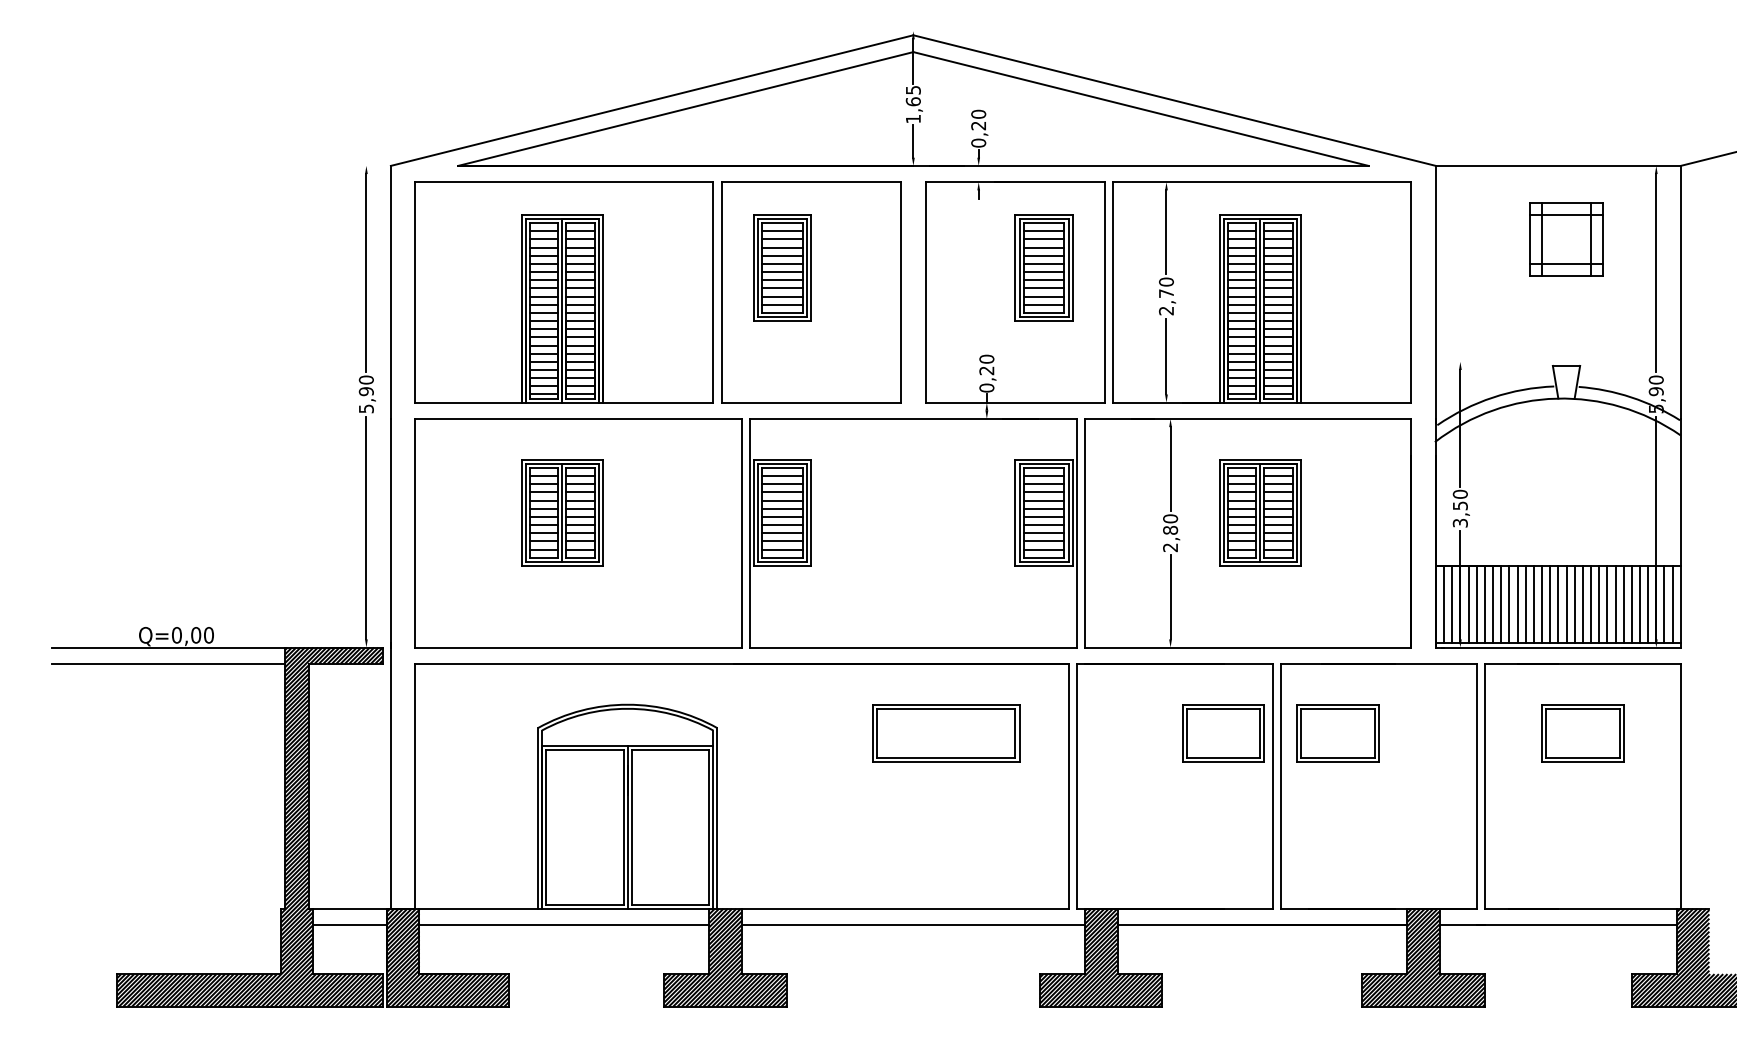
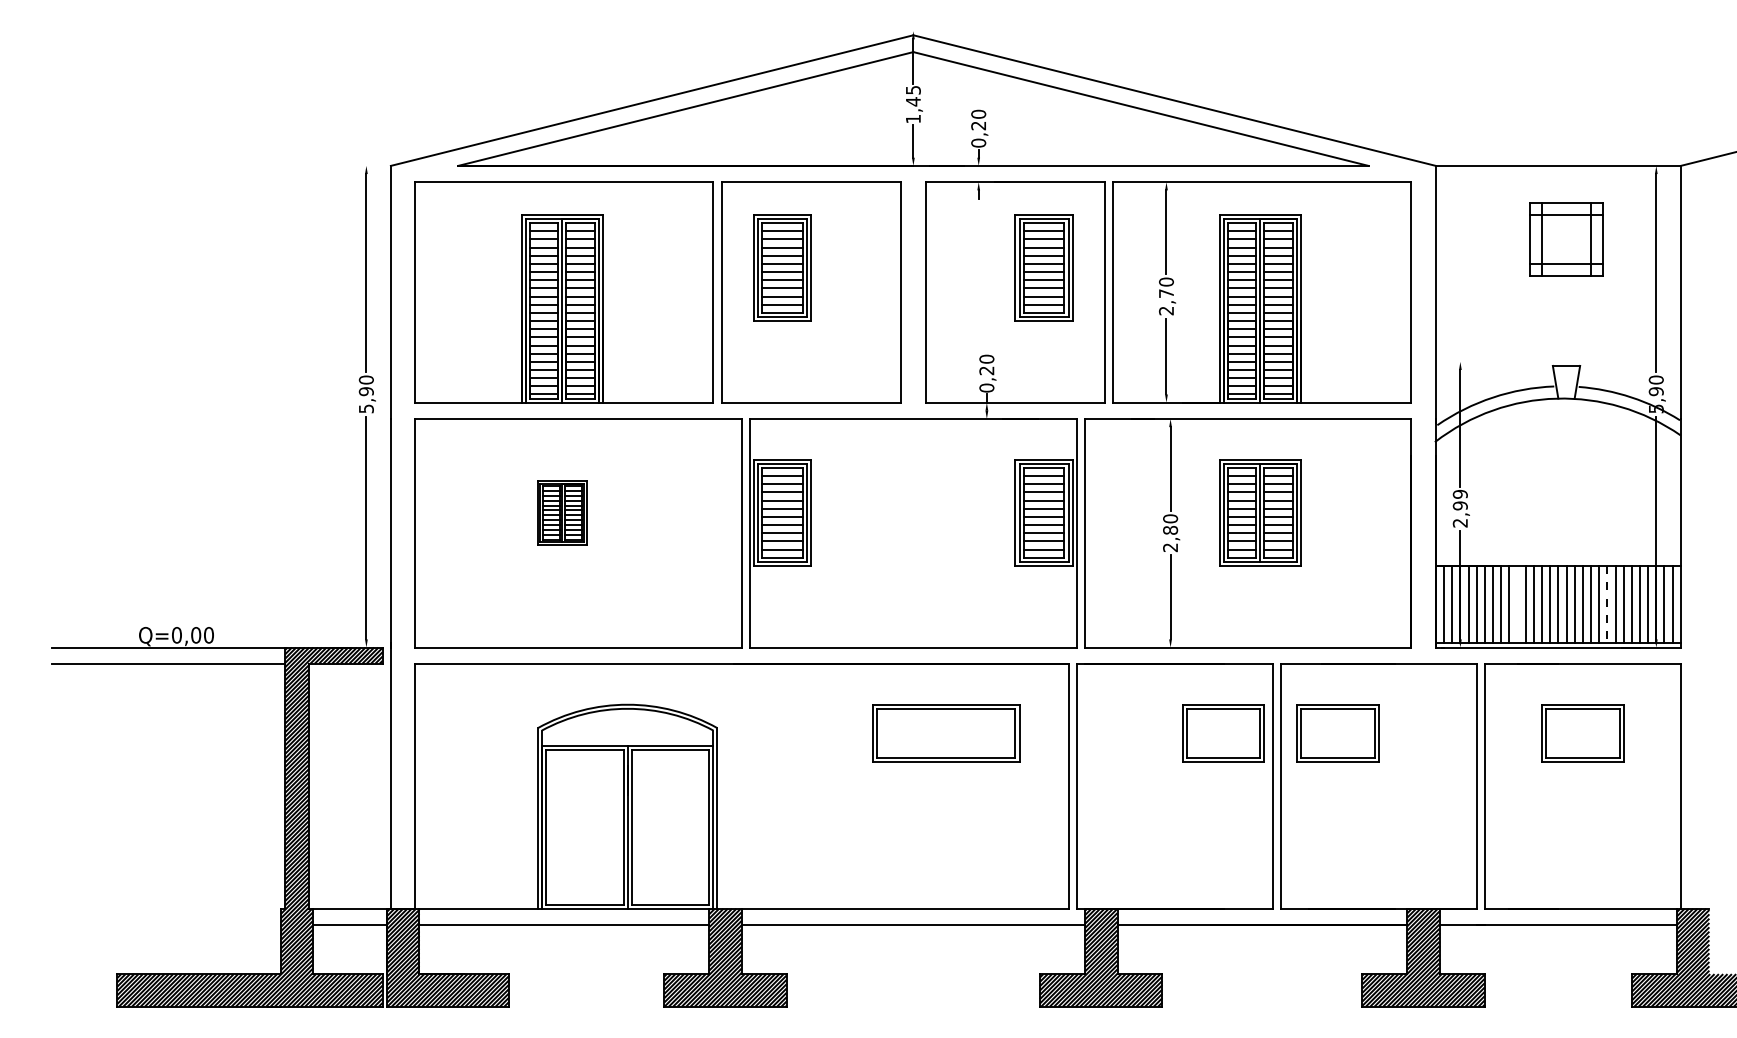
text at (912, 101): 1,65 -> 1,45
text at (1459, 508): 3,50 -> 2,99
part at (562, 512) size: 83x108 px -> 51x66 px
line at (1517, 604): present -> none
line at (1607, 604): solid -> dashed
